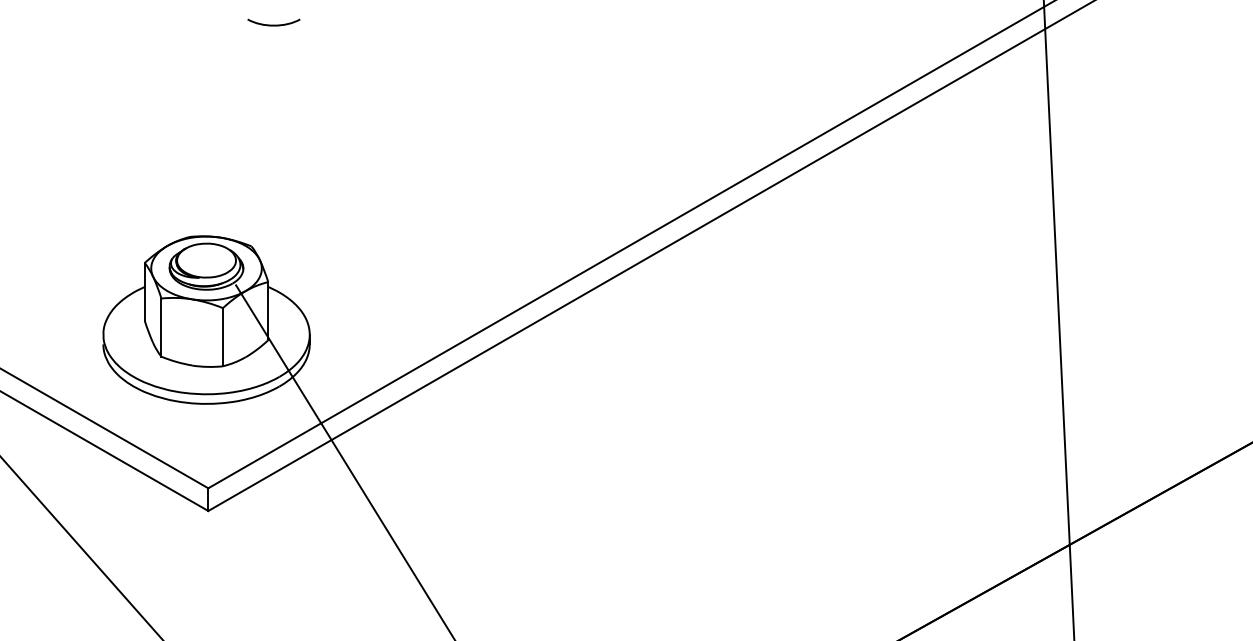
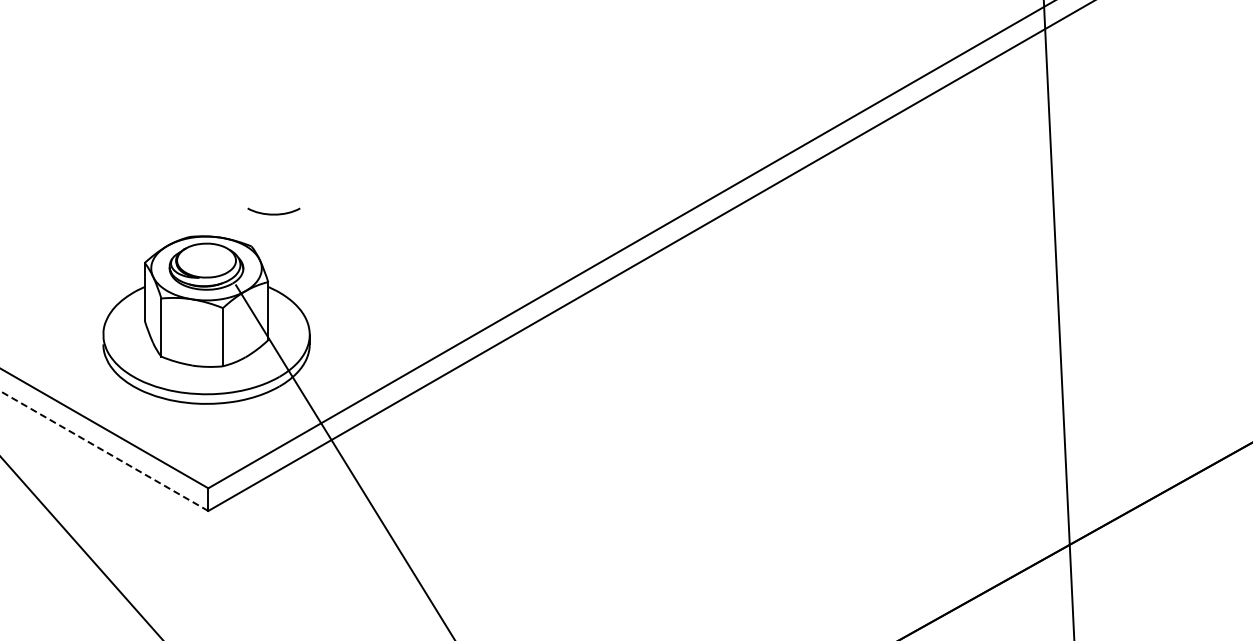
arc at (273, 24) position: (273, 24) -> (273, 213)
line at (104, 451): solid -> dashed
